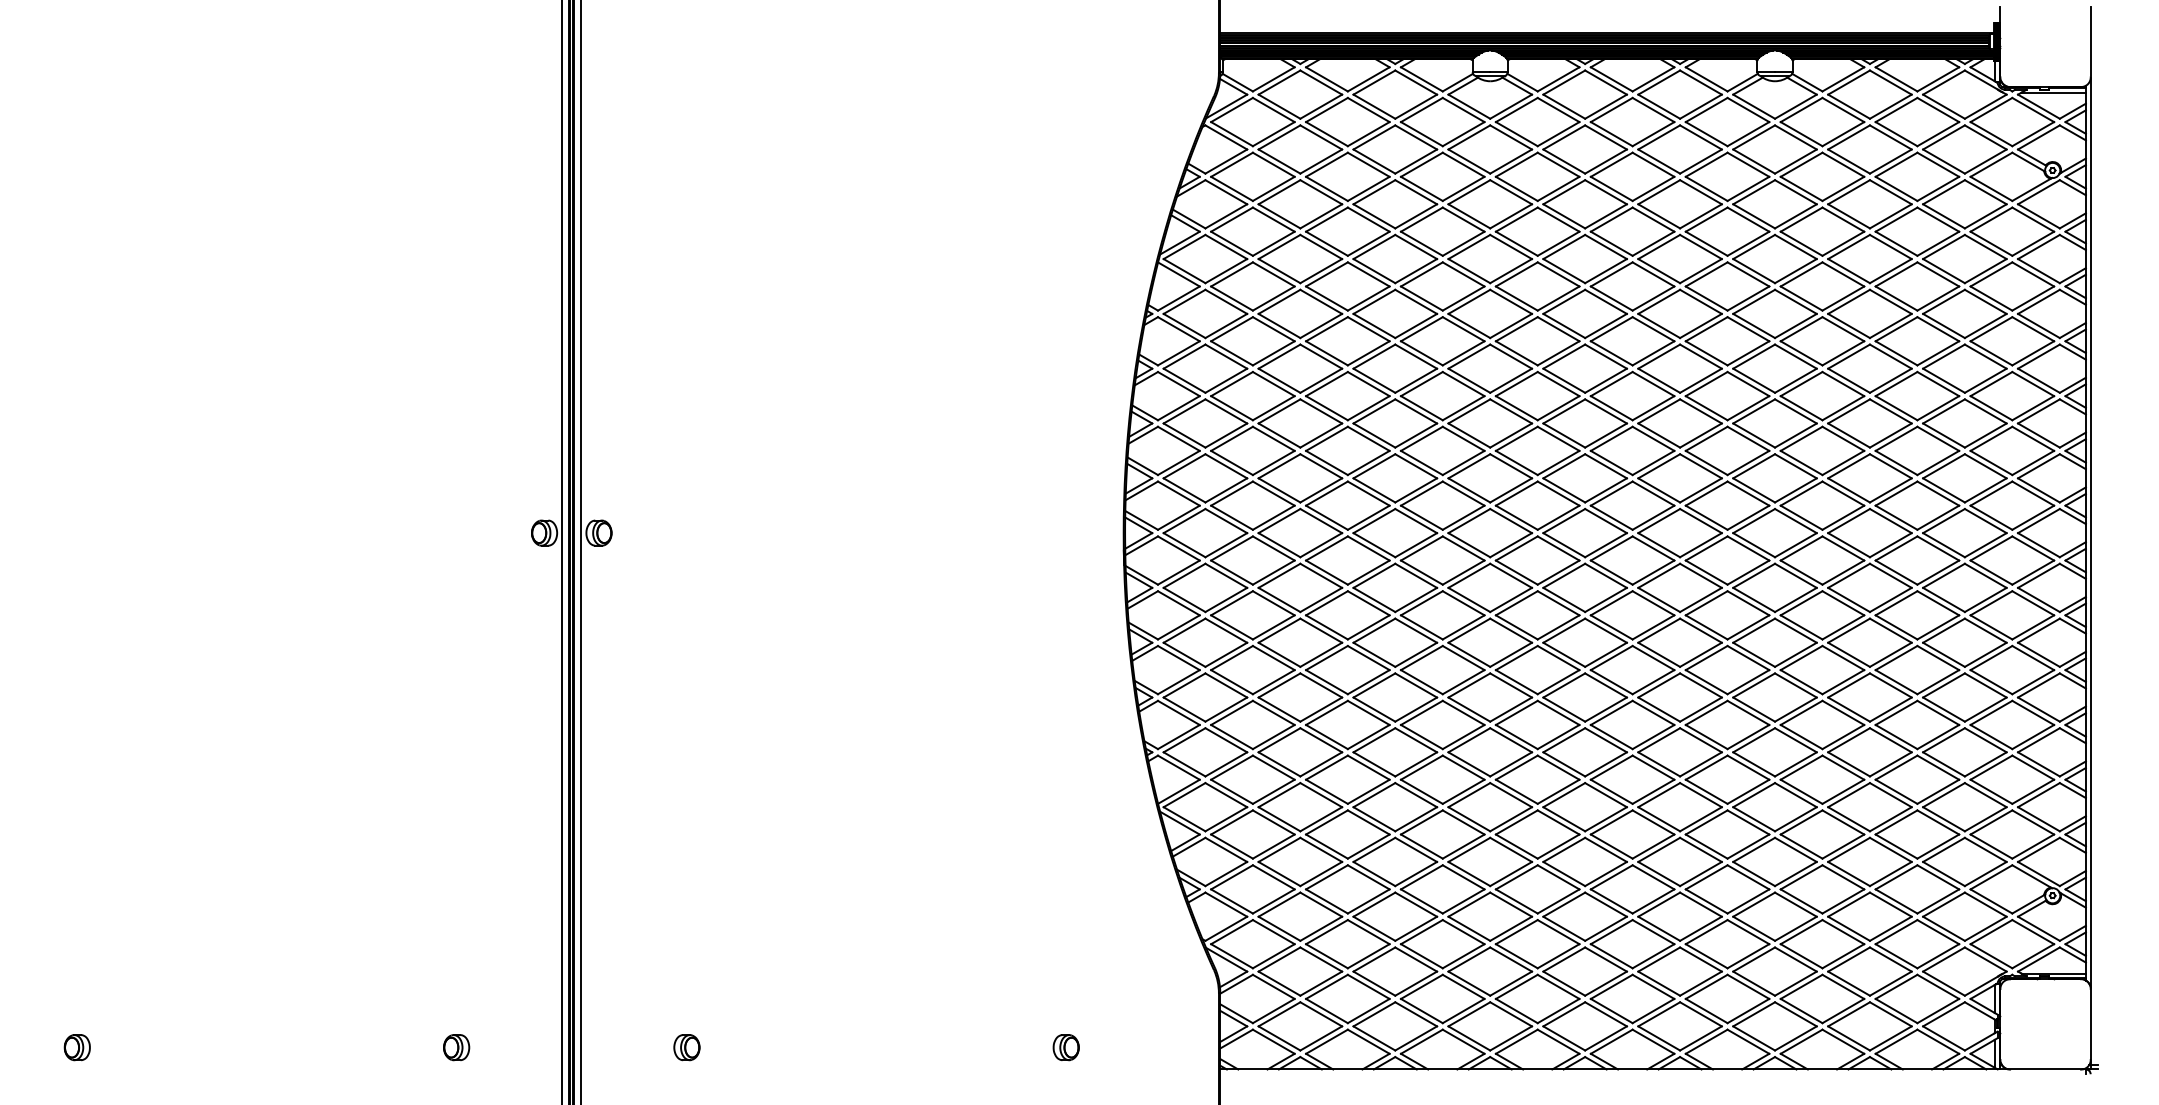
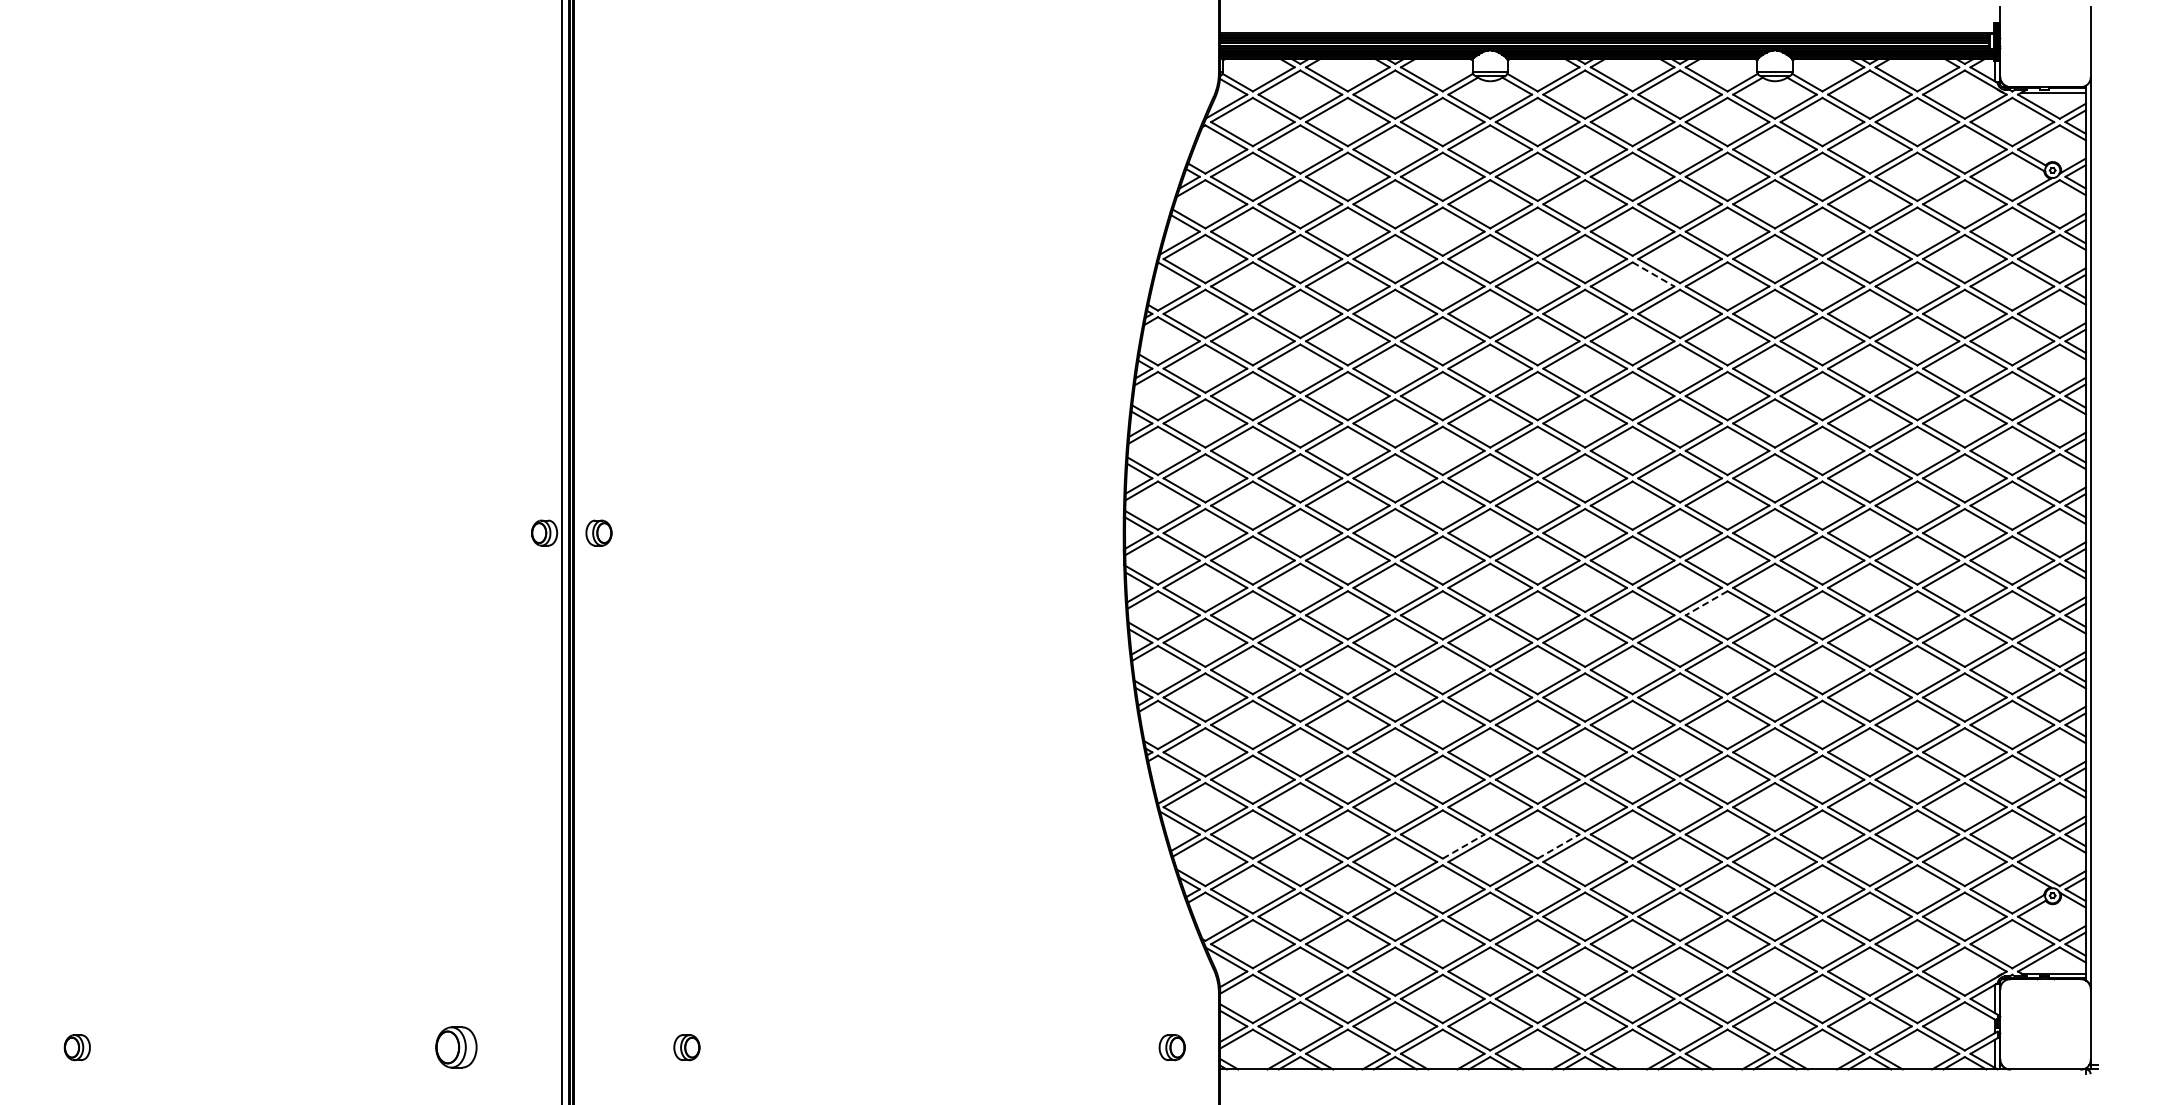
line at (1653, 274): solid -> dashed
line at (581, 551): present -> none
line at (1706, 603): solid -> dashed
line at (1464, 846): solid -> dashed
line at (1559, 846): solid -> dashed
part at (456, 1047) size: 28x28 px -> 43x43 px
part at (1065, 1047) position: (1065, 1047) -> (1171, 1047)
